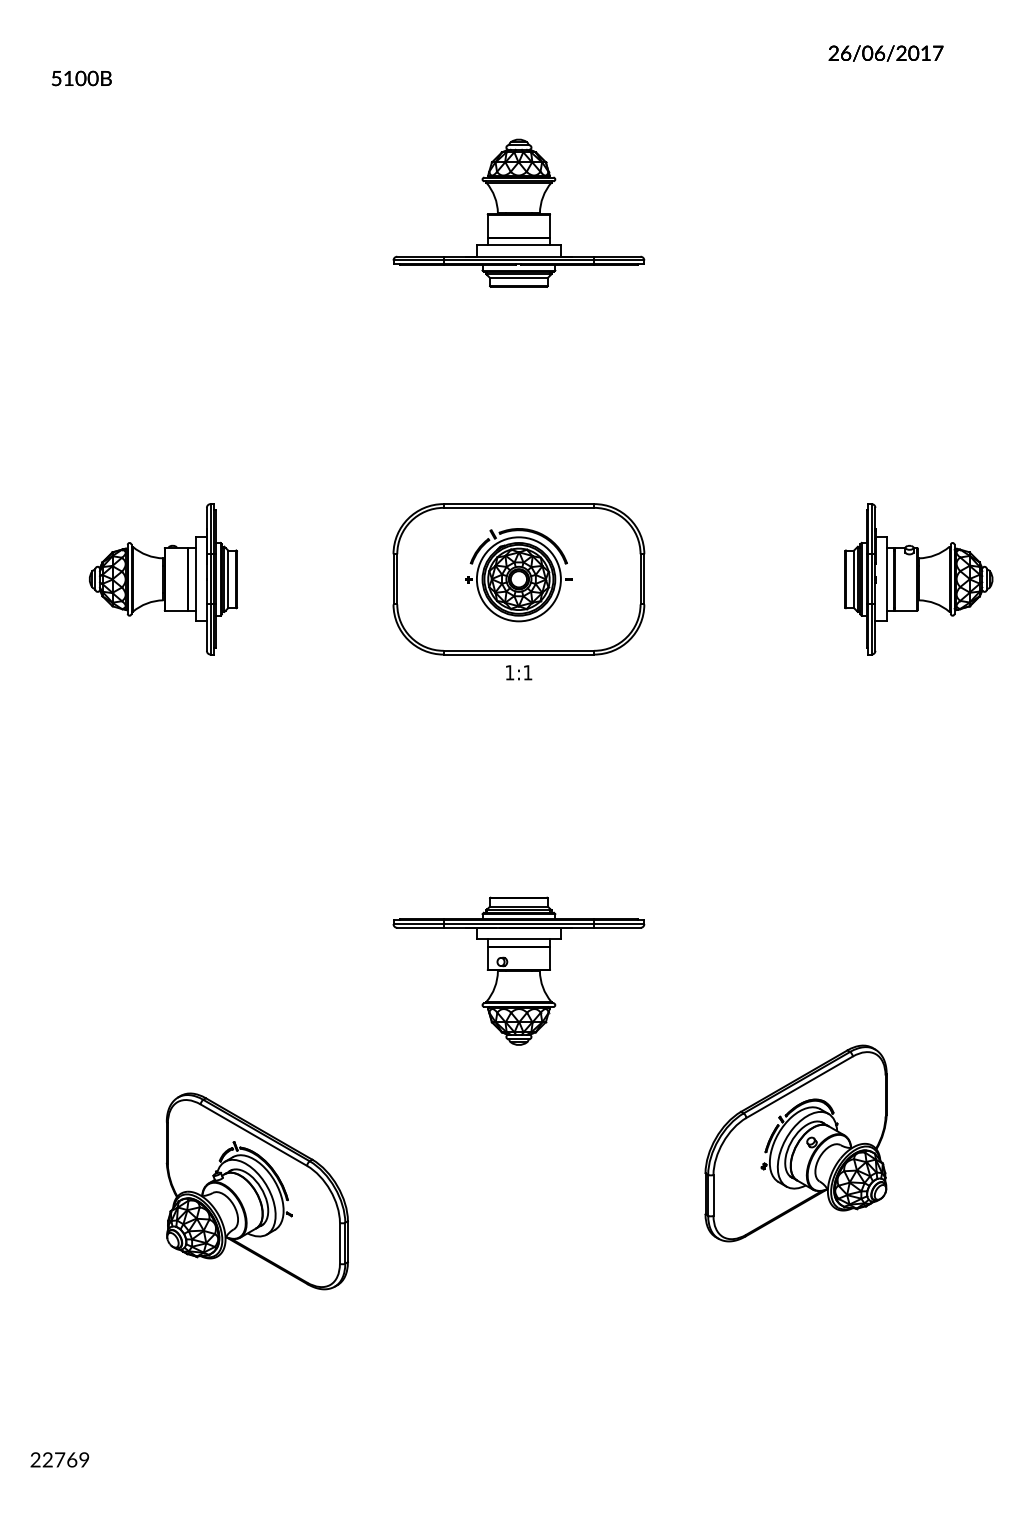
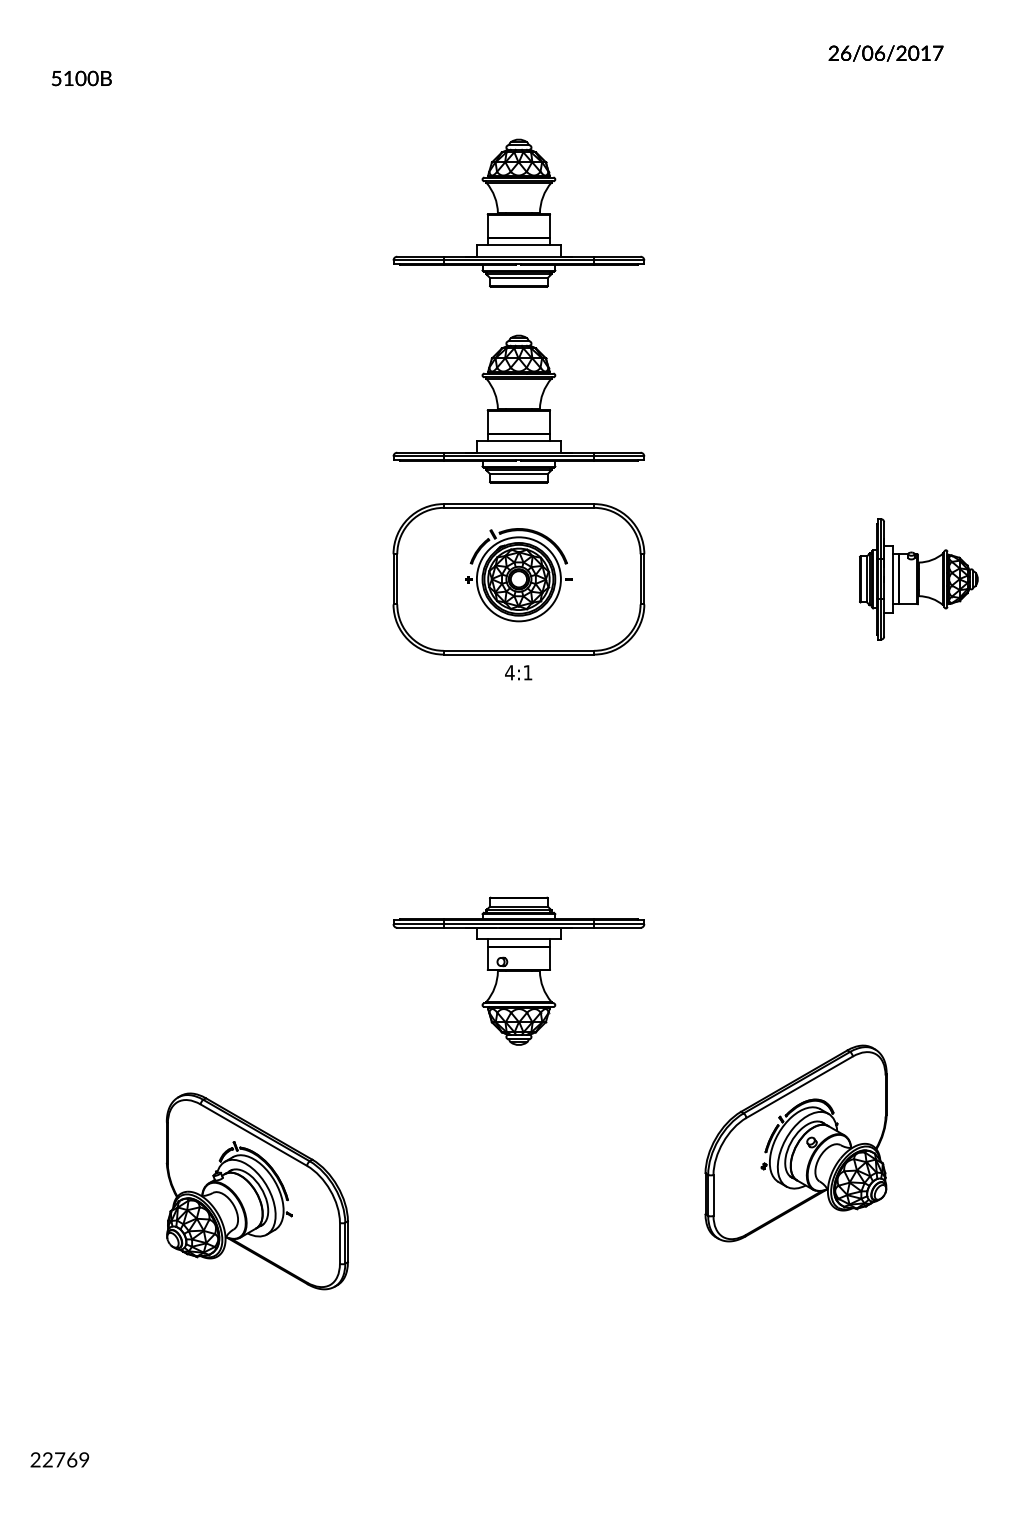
part at (518, 408): none -> present
part at (163, 579): present -> none
part at (918, 579) size: 150x153 px -> 120x123 px
text at (509, 672): 1:1 -> 4:1
